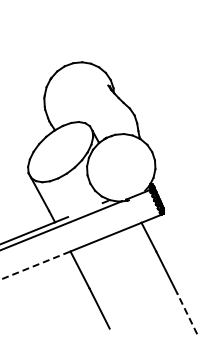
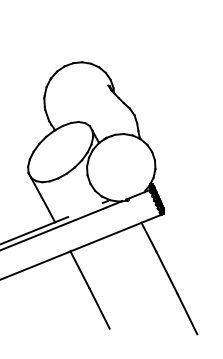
line at (35, 265): dashed -> solid
line at (187, 314): dashed -> solid
